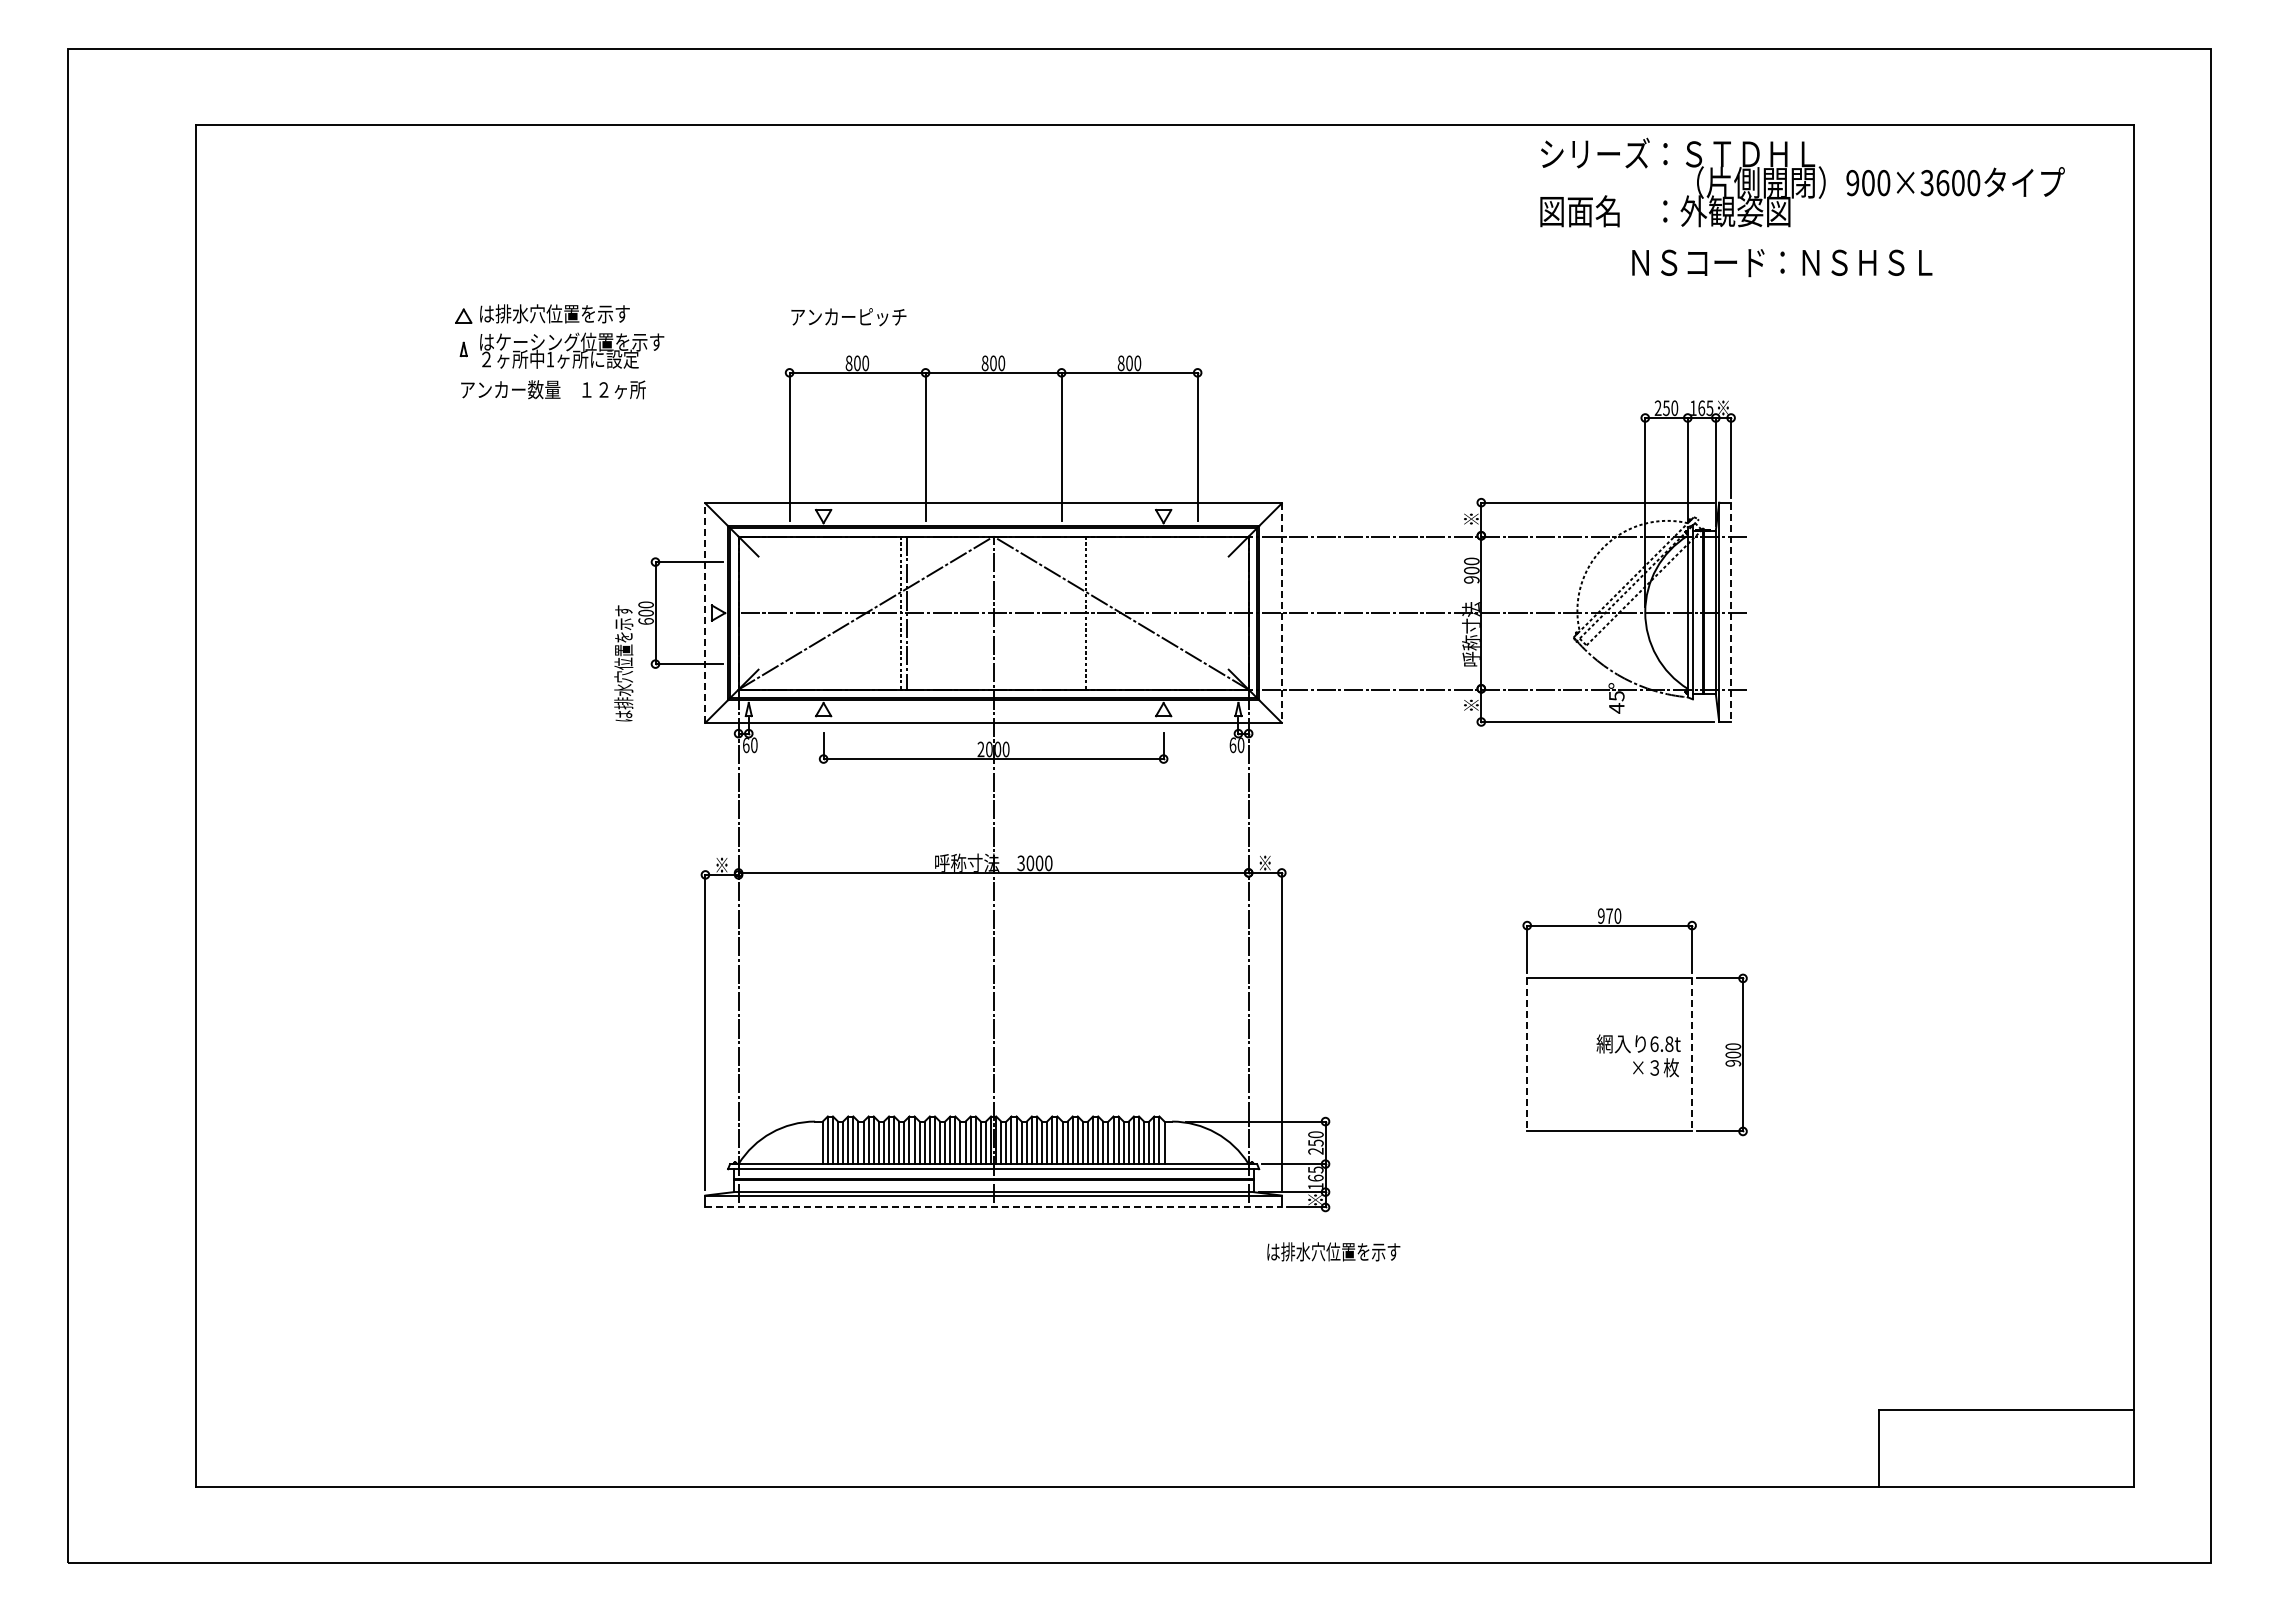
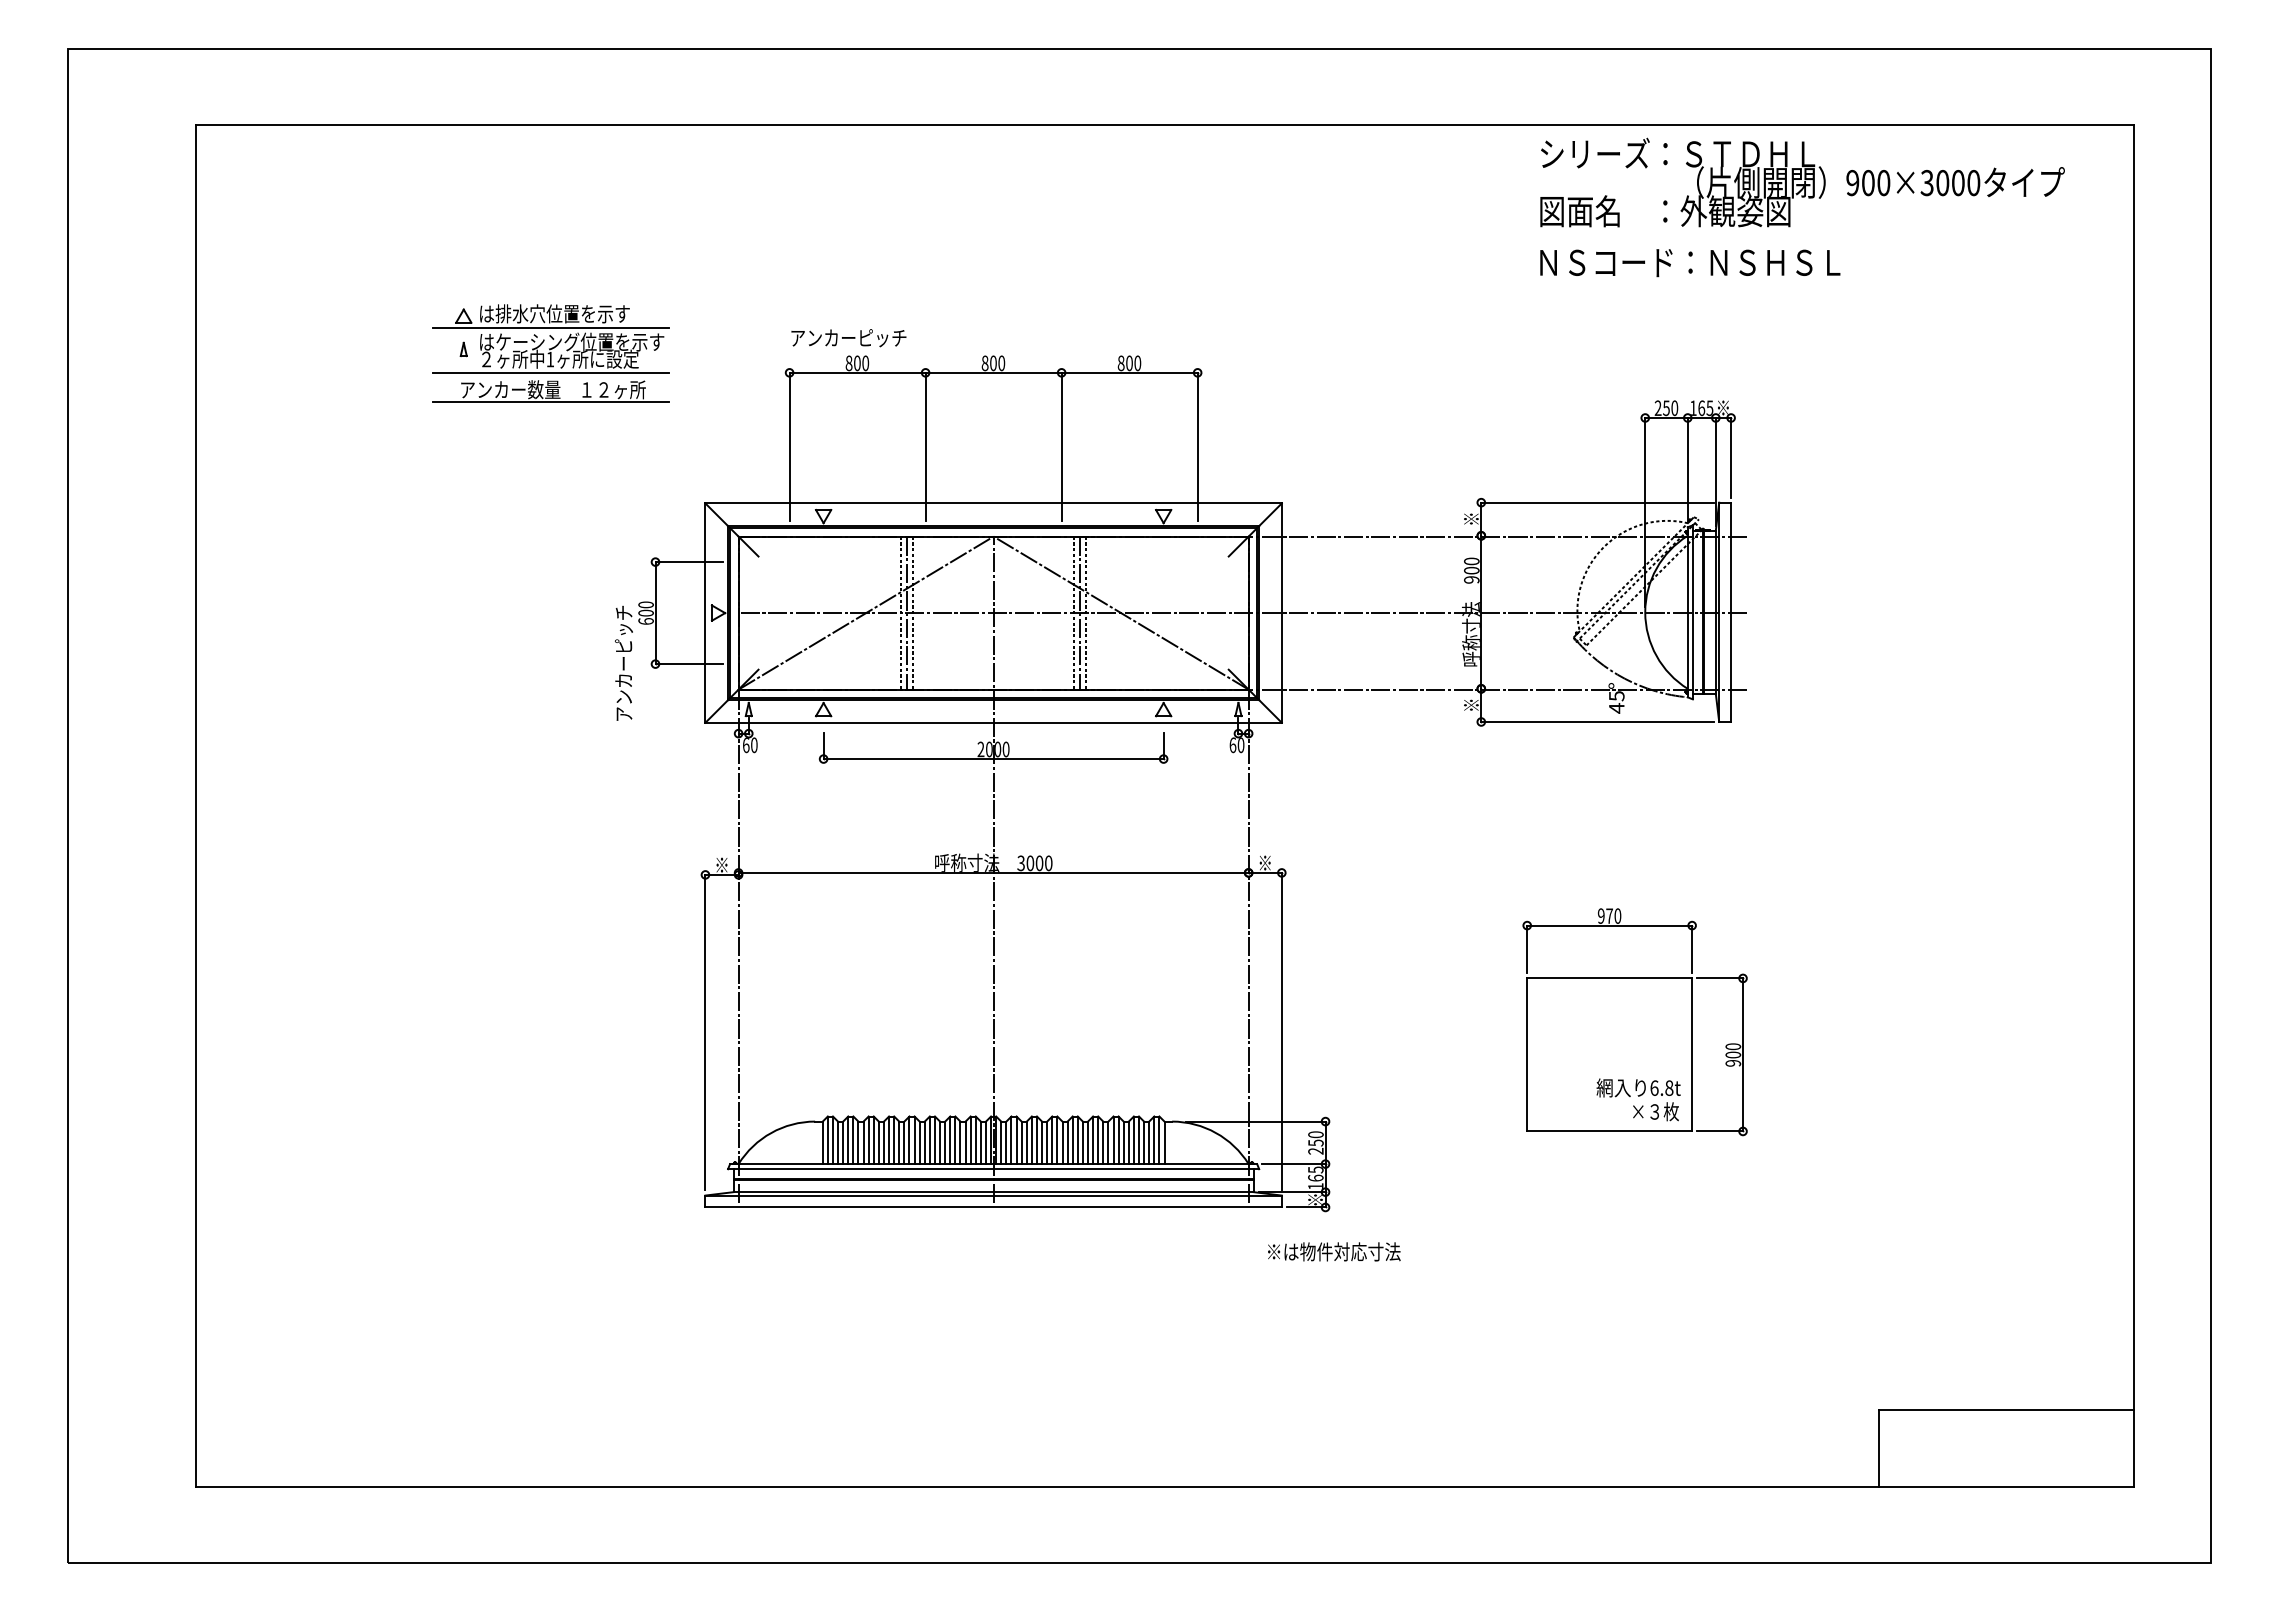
text at (1942, 182): 900×3600 -> 900×3000
text at (1782, 263) position: (1782, 263) -> (1690, 263)
text at (848, 317) position: (848, 317) -> (848, 338)
line at (550, 327): none -> present
line at (550, 372): none -> present
line at (550, 402): none -> present
line at (913, 612): none -> present
line at (1073, 612): none -> present
line at (1079, 612): none -> present
line at (1731, 612): dashed -> solid
line at (705, 613): dashed -> solid
line at (1281, 613): dashed -> solid
text at (623, 663): は排水穴位置を示す -> アンカーピッチ
line at (1527, 1054): dashed -> solid
line at (1692, 1054): dashed -> solid
text at (1638, 1055) position: (1638, 1055) -> (1638, 1099)
line at (994, 1207): dashed -> solid
text at (1333, 1251): は排水穴位置を示す -> ※は物件対応寸法
